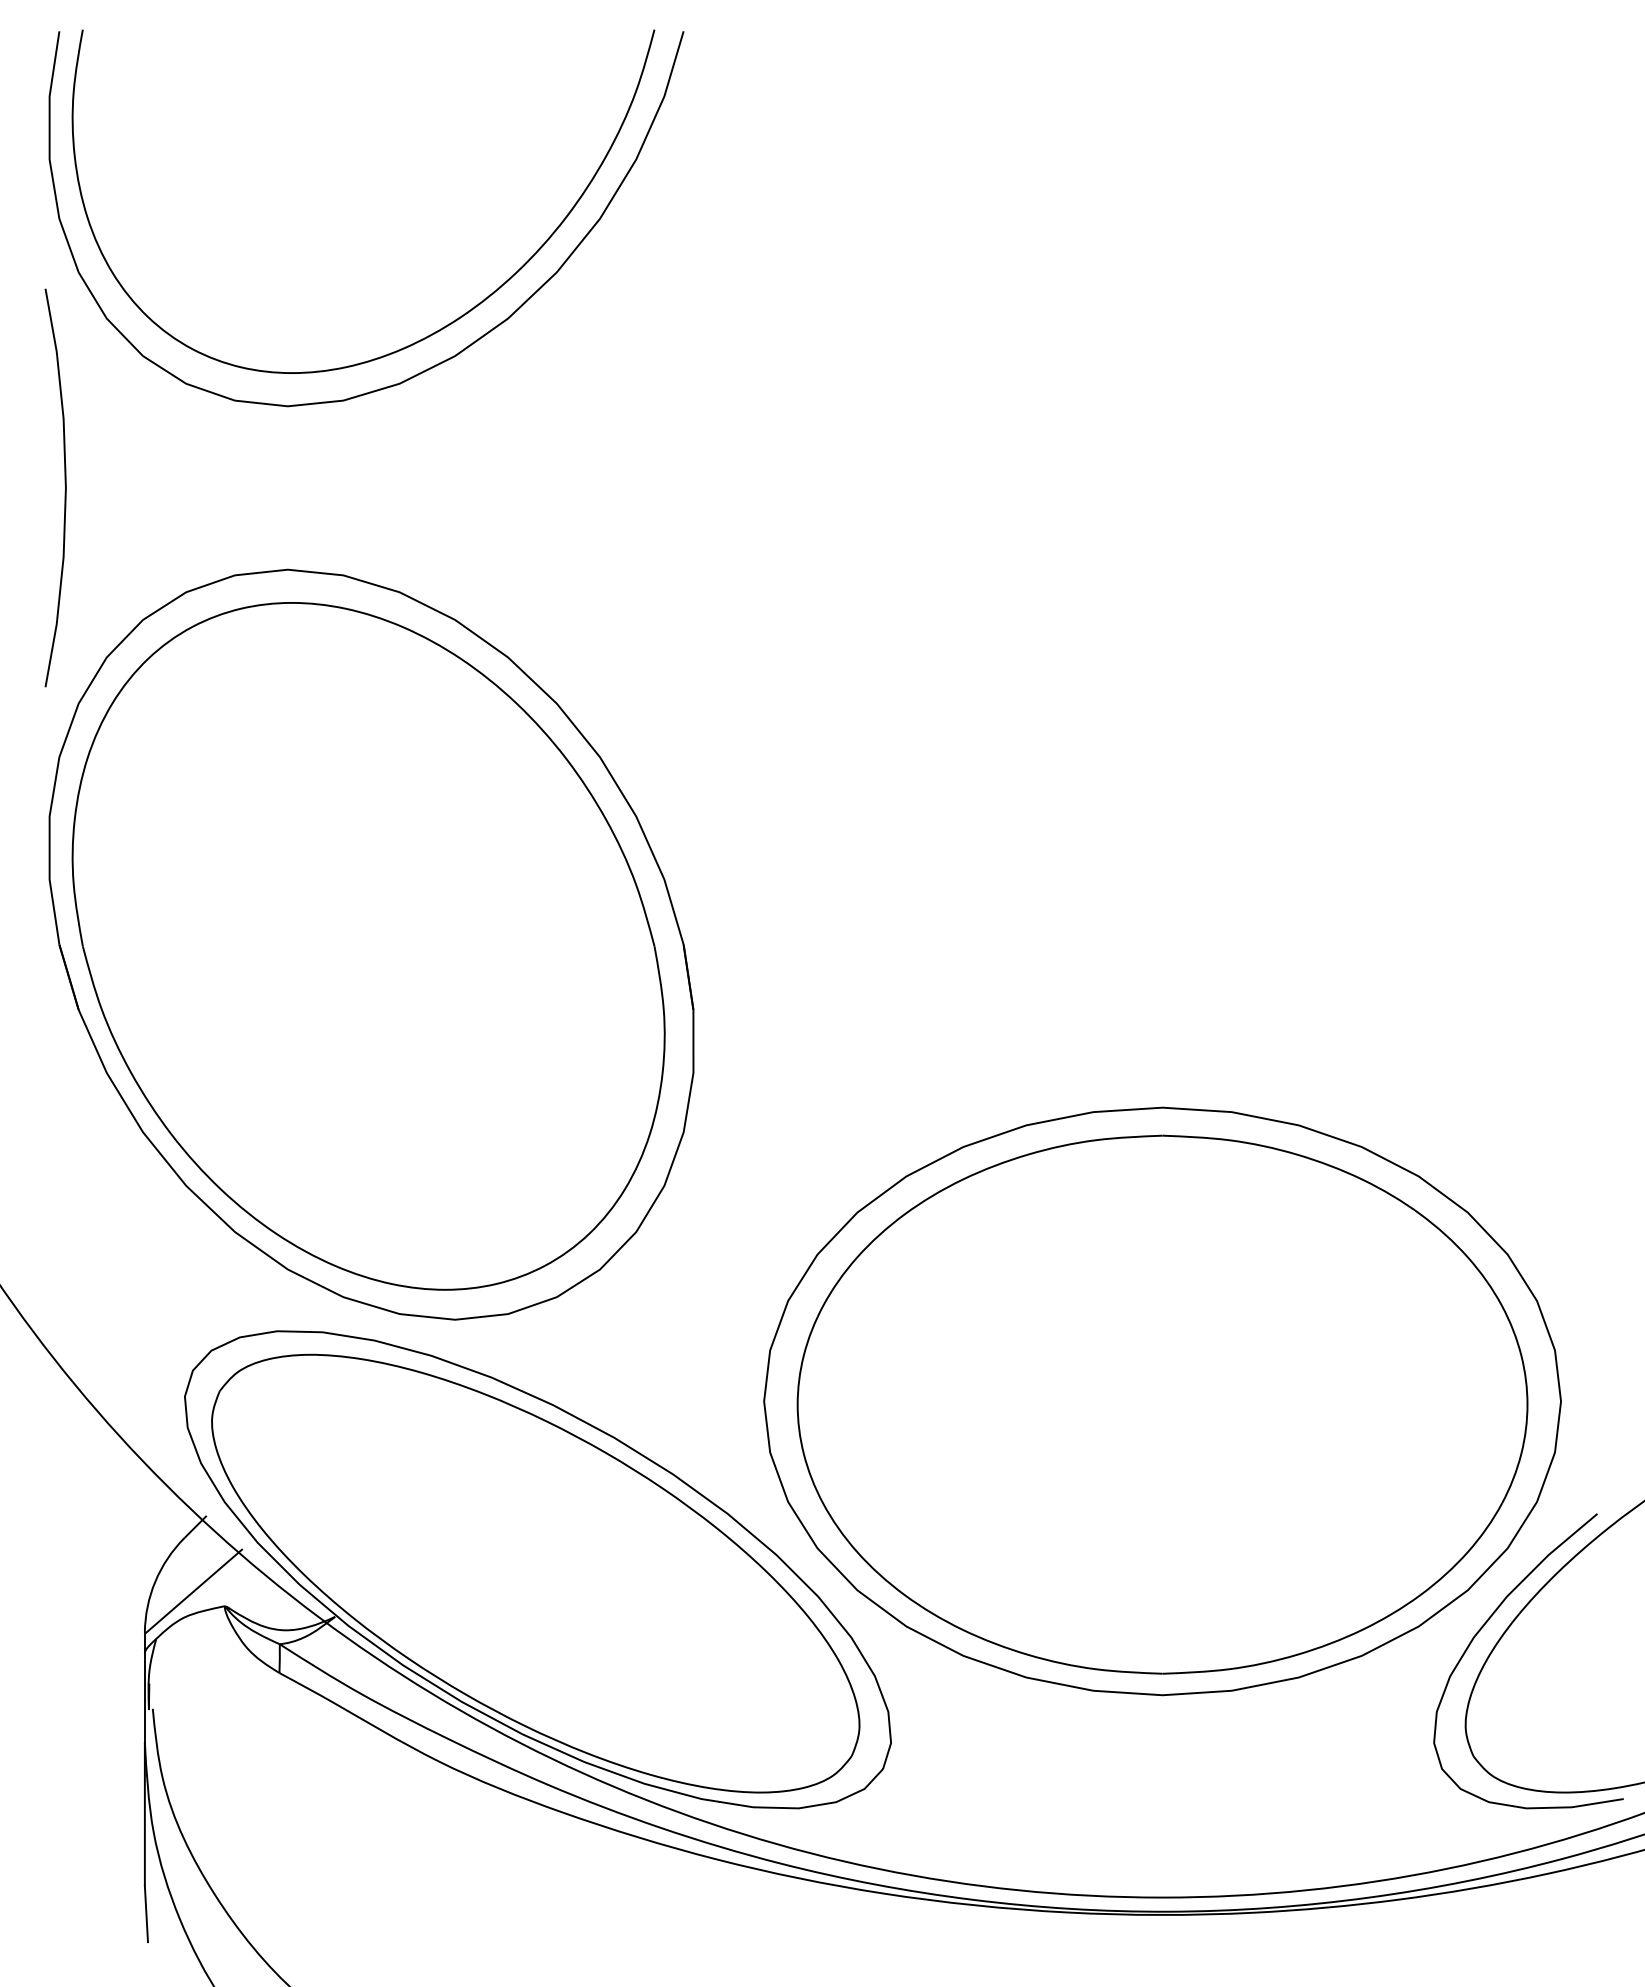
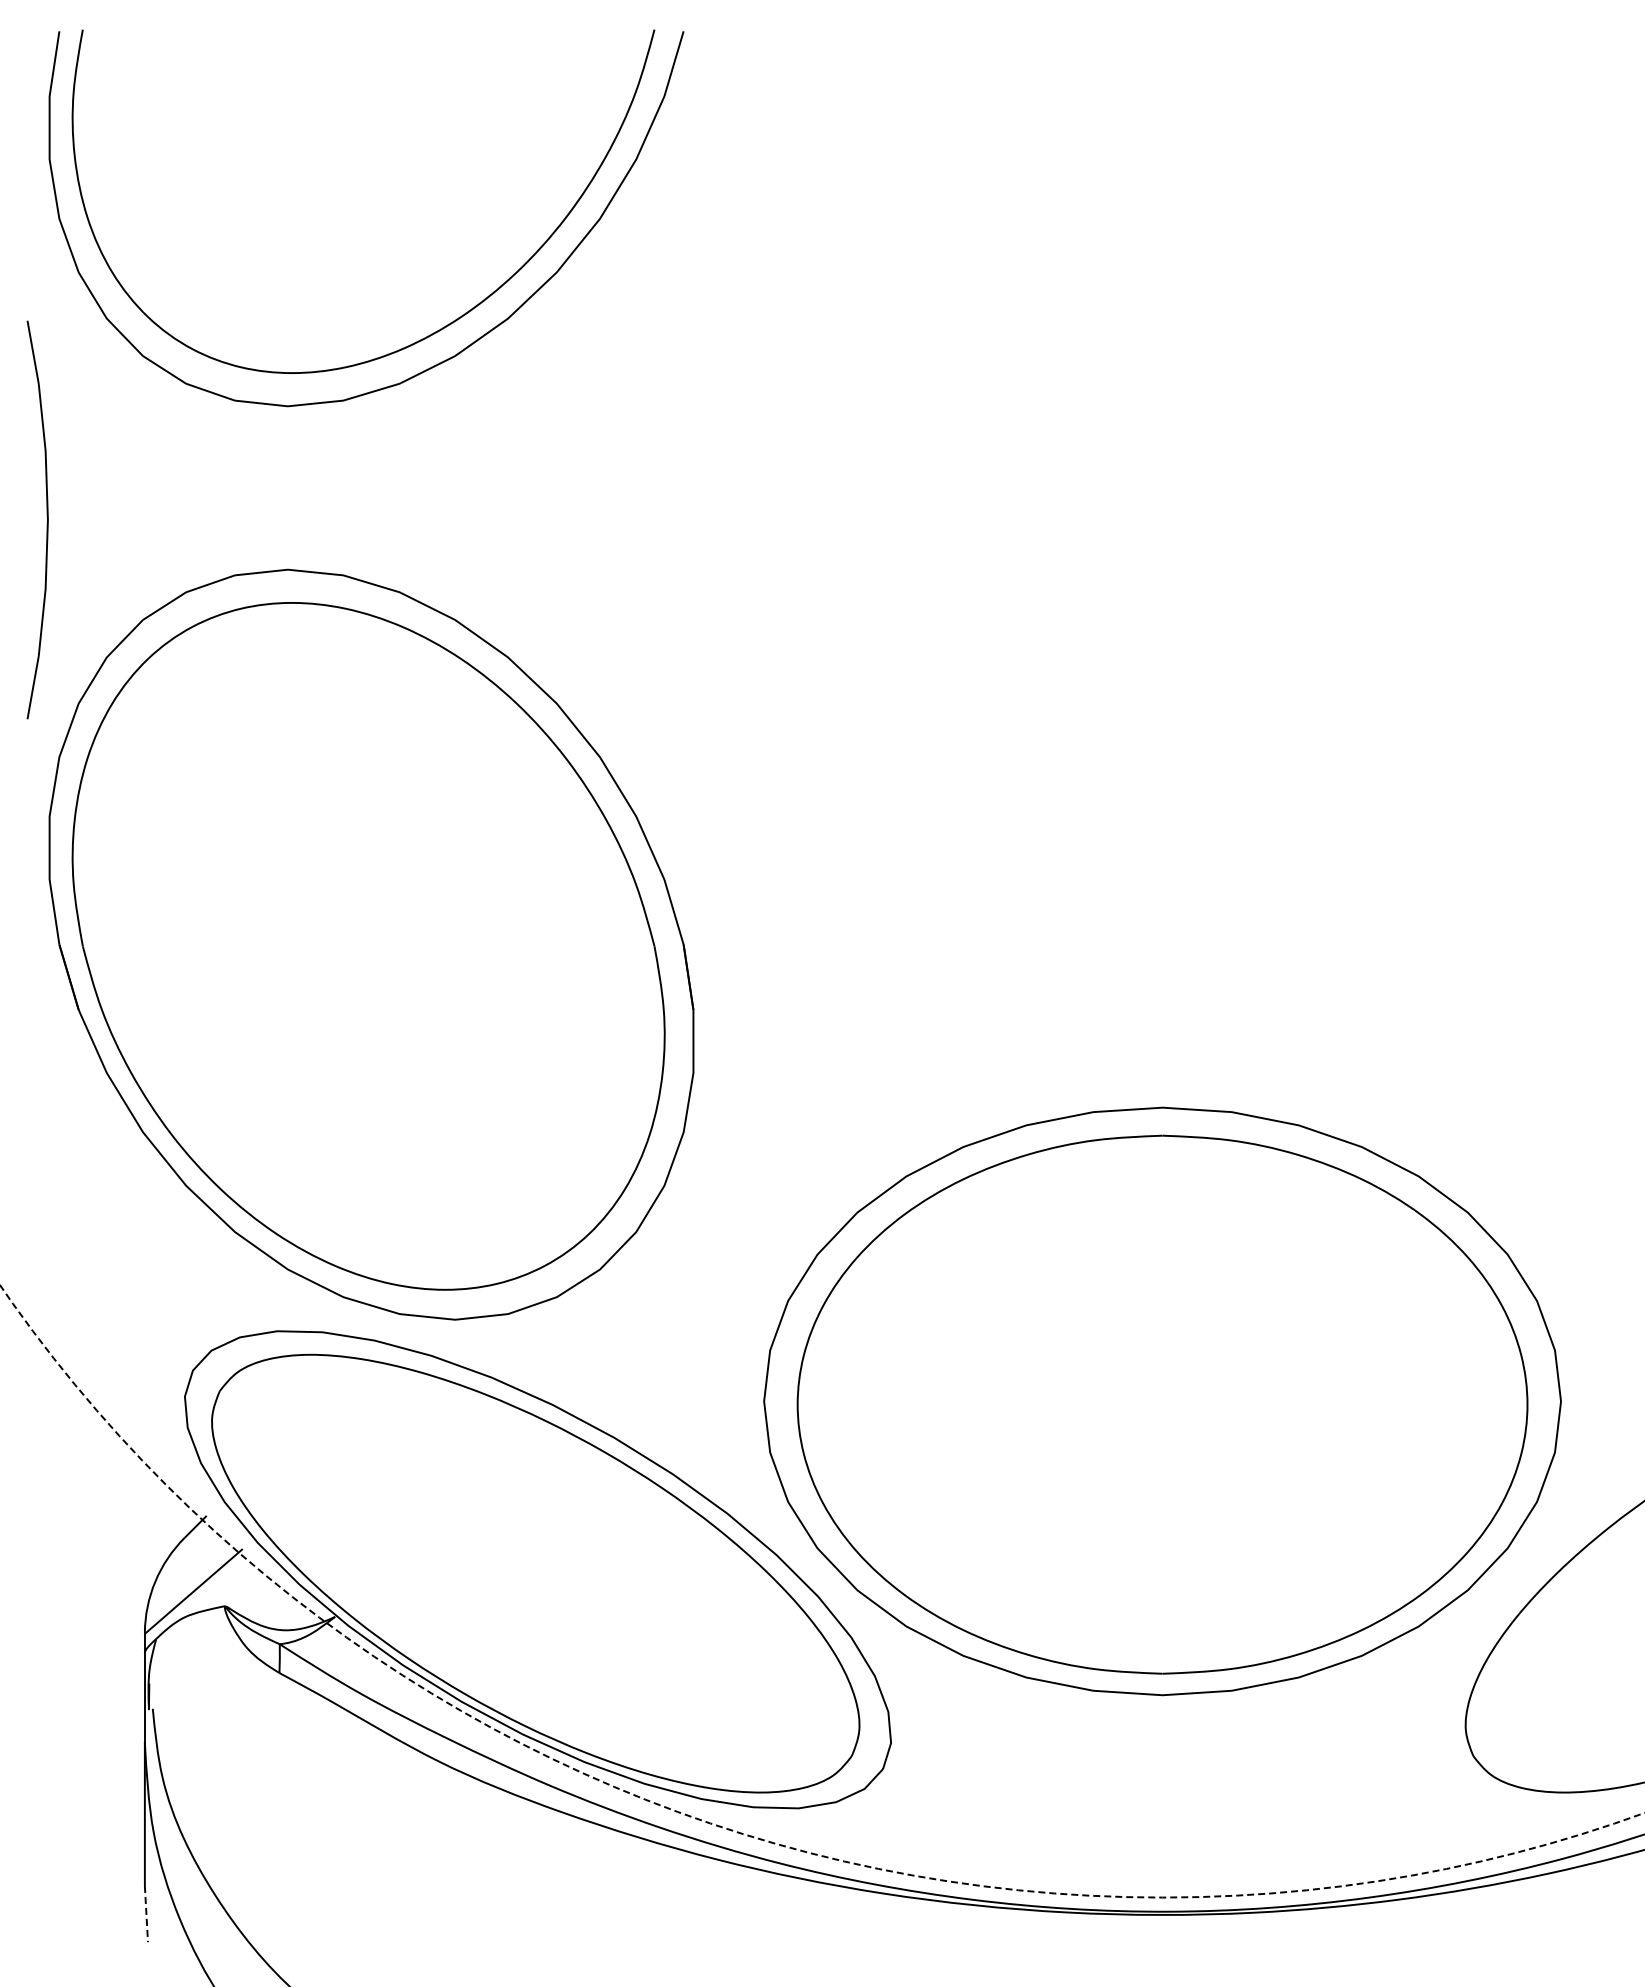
curve at (64, 484) position: (64, 484) -> (46, 516)
curve at (1483, 1627): present -> none
arc at (733, 1830): solid -> dashed
line at (146, 1914): solid -> dashed
